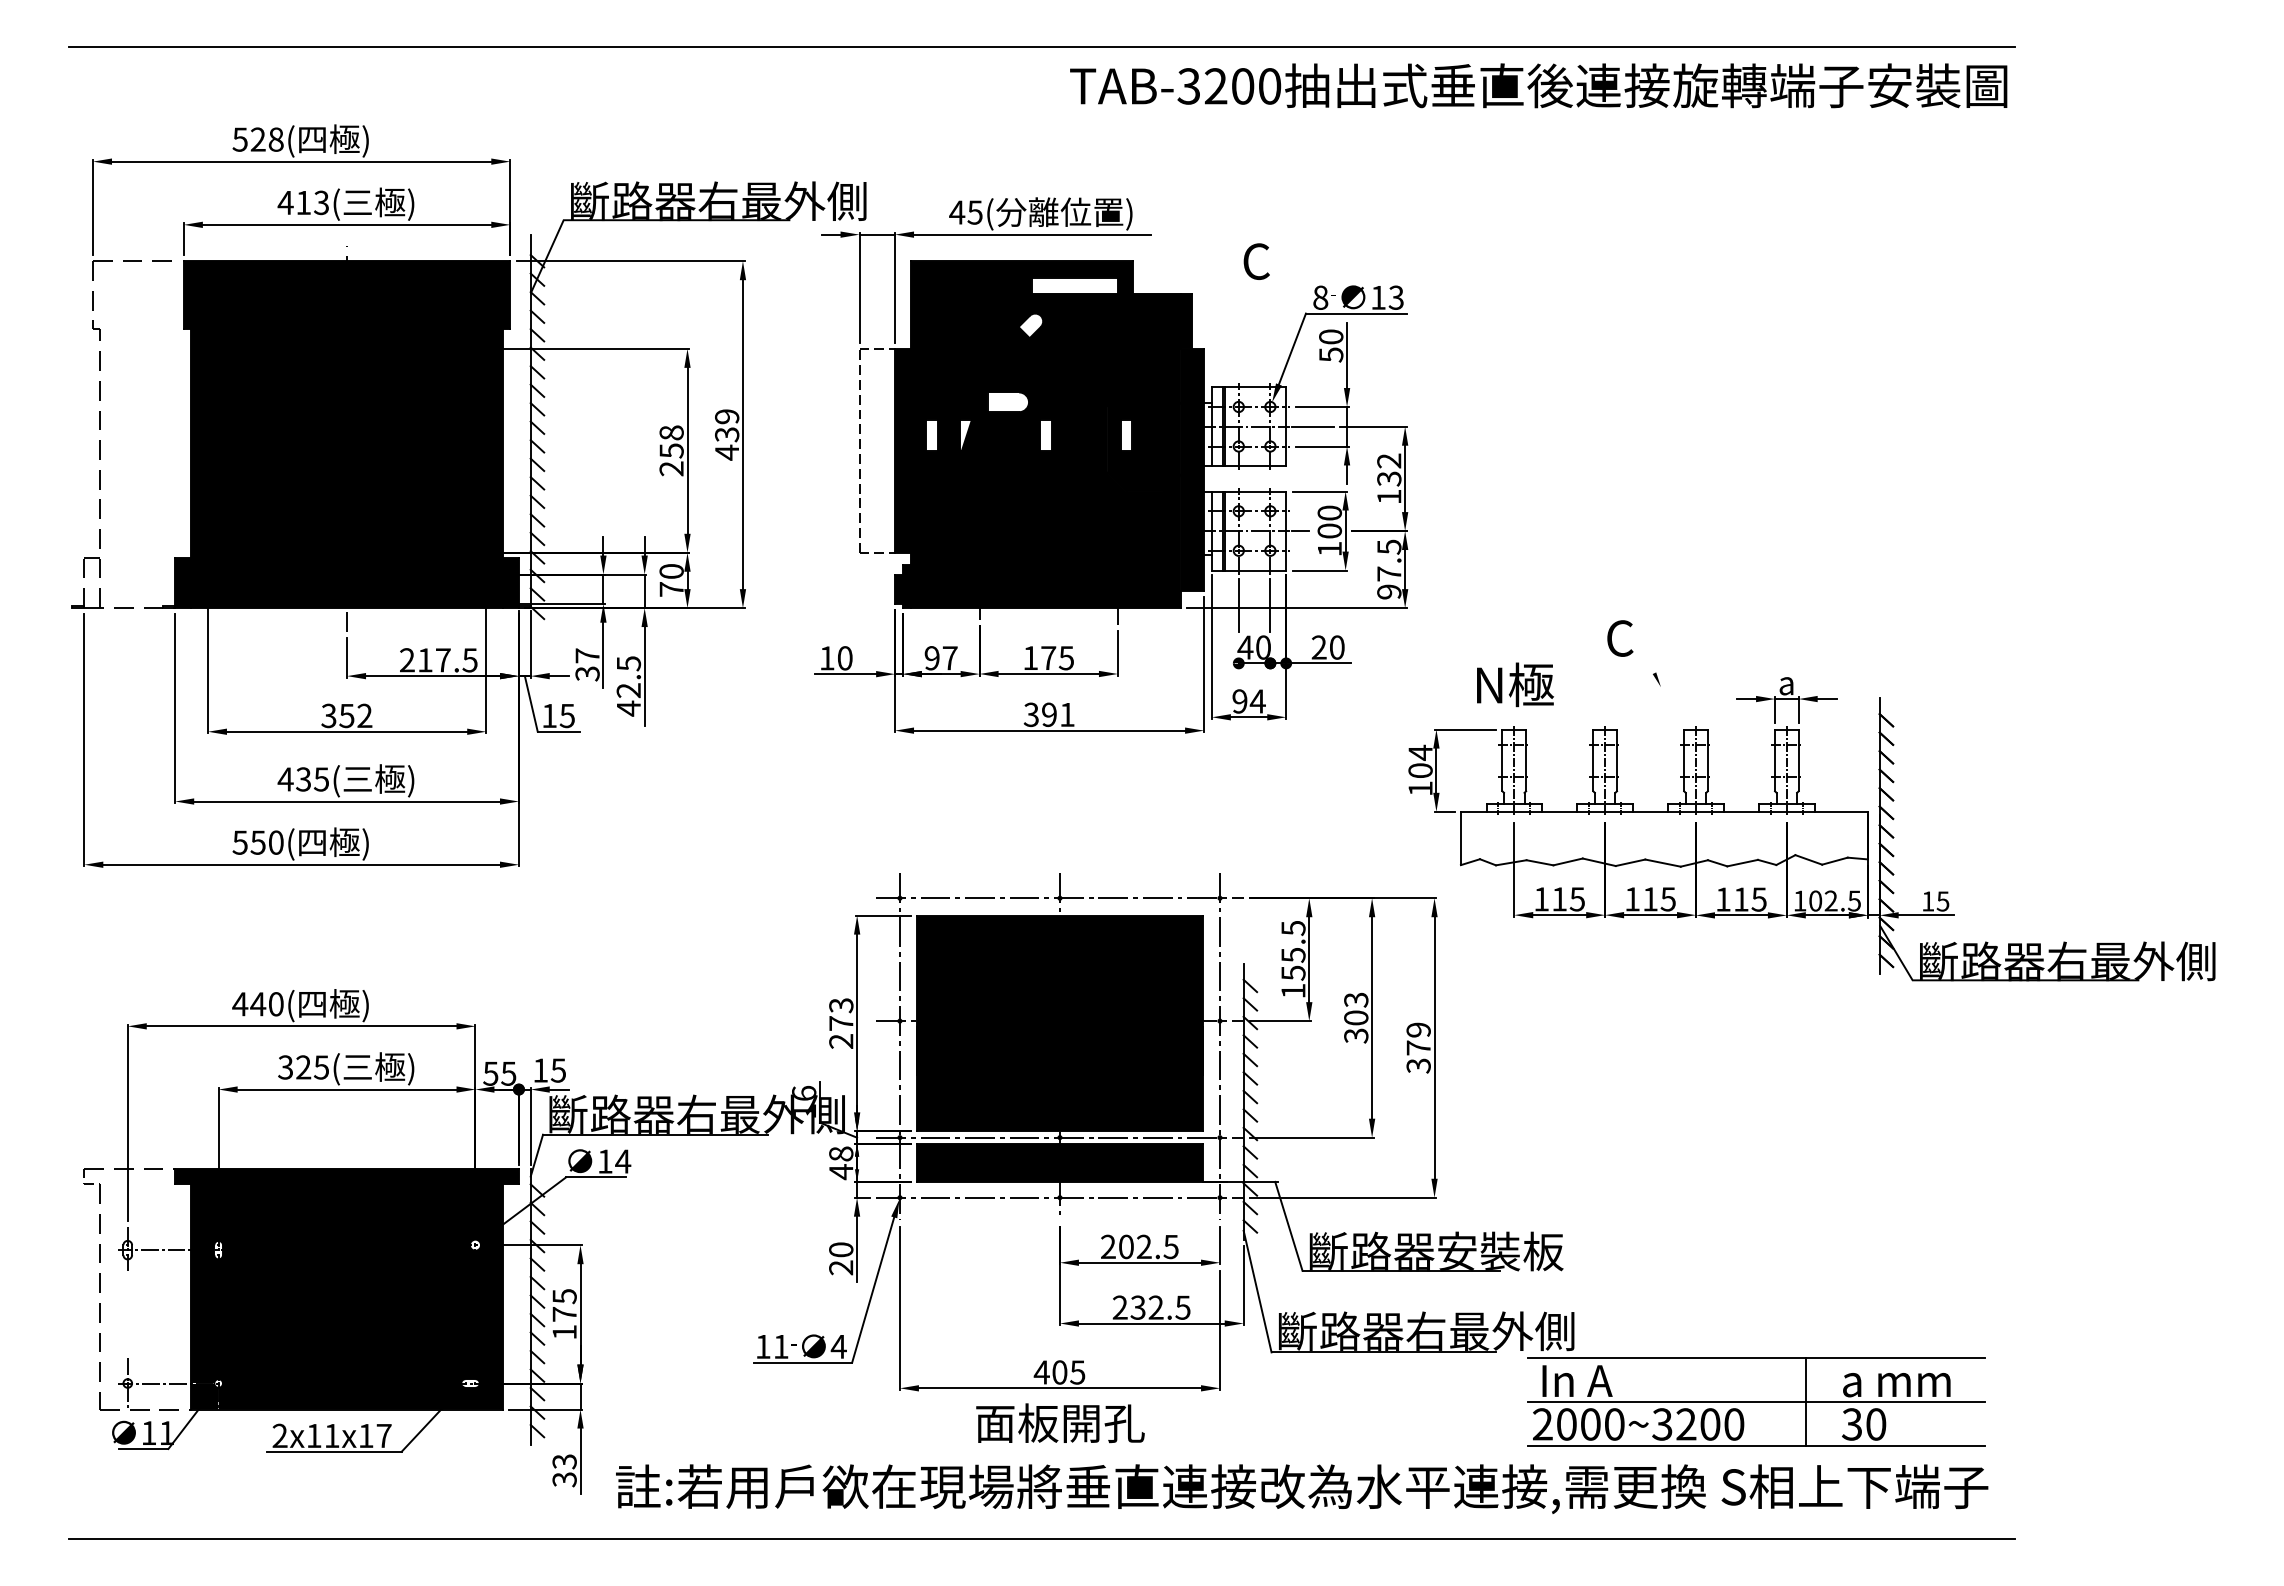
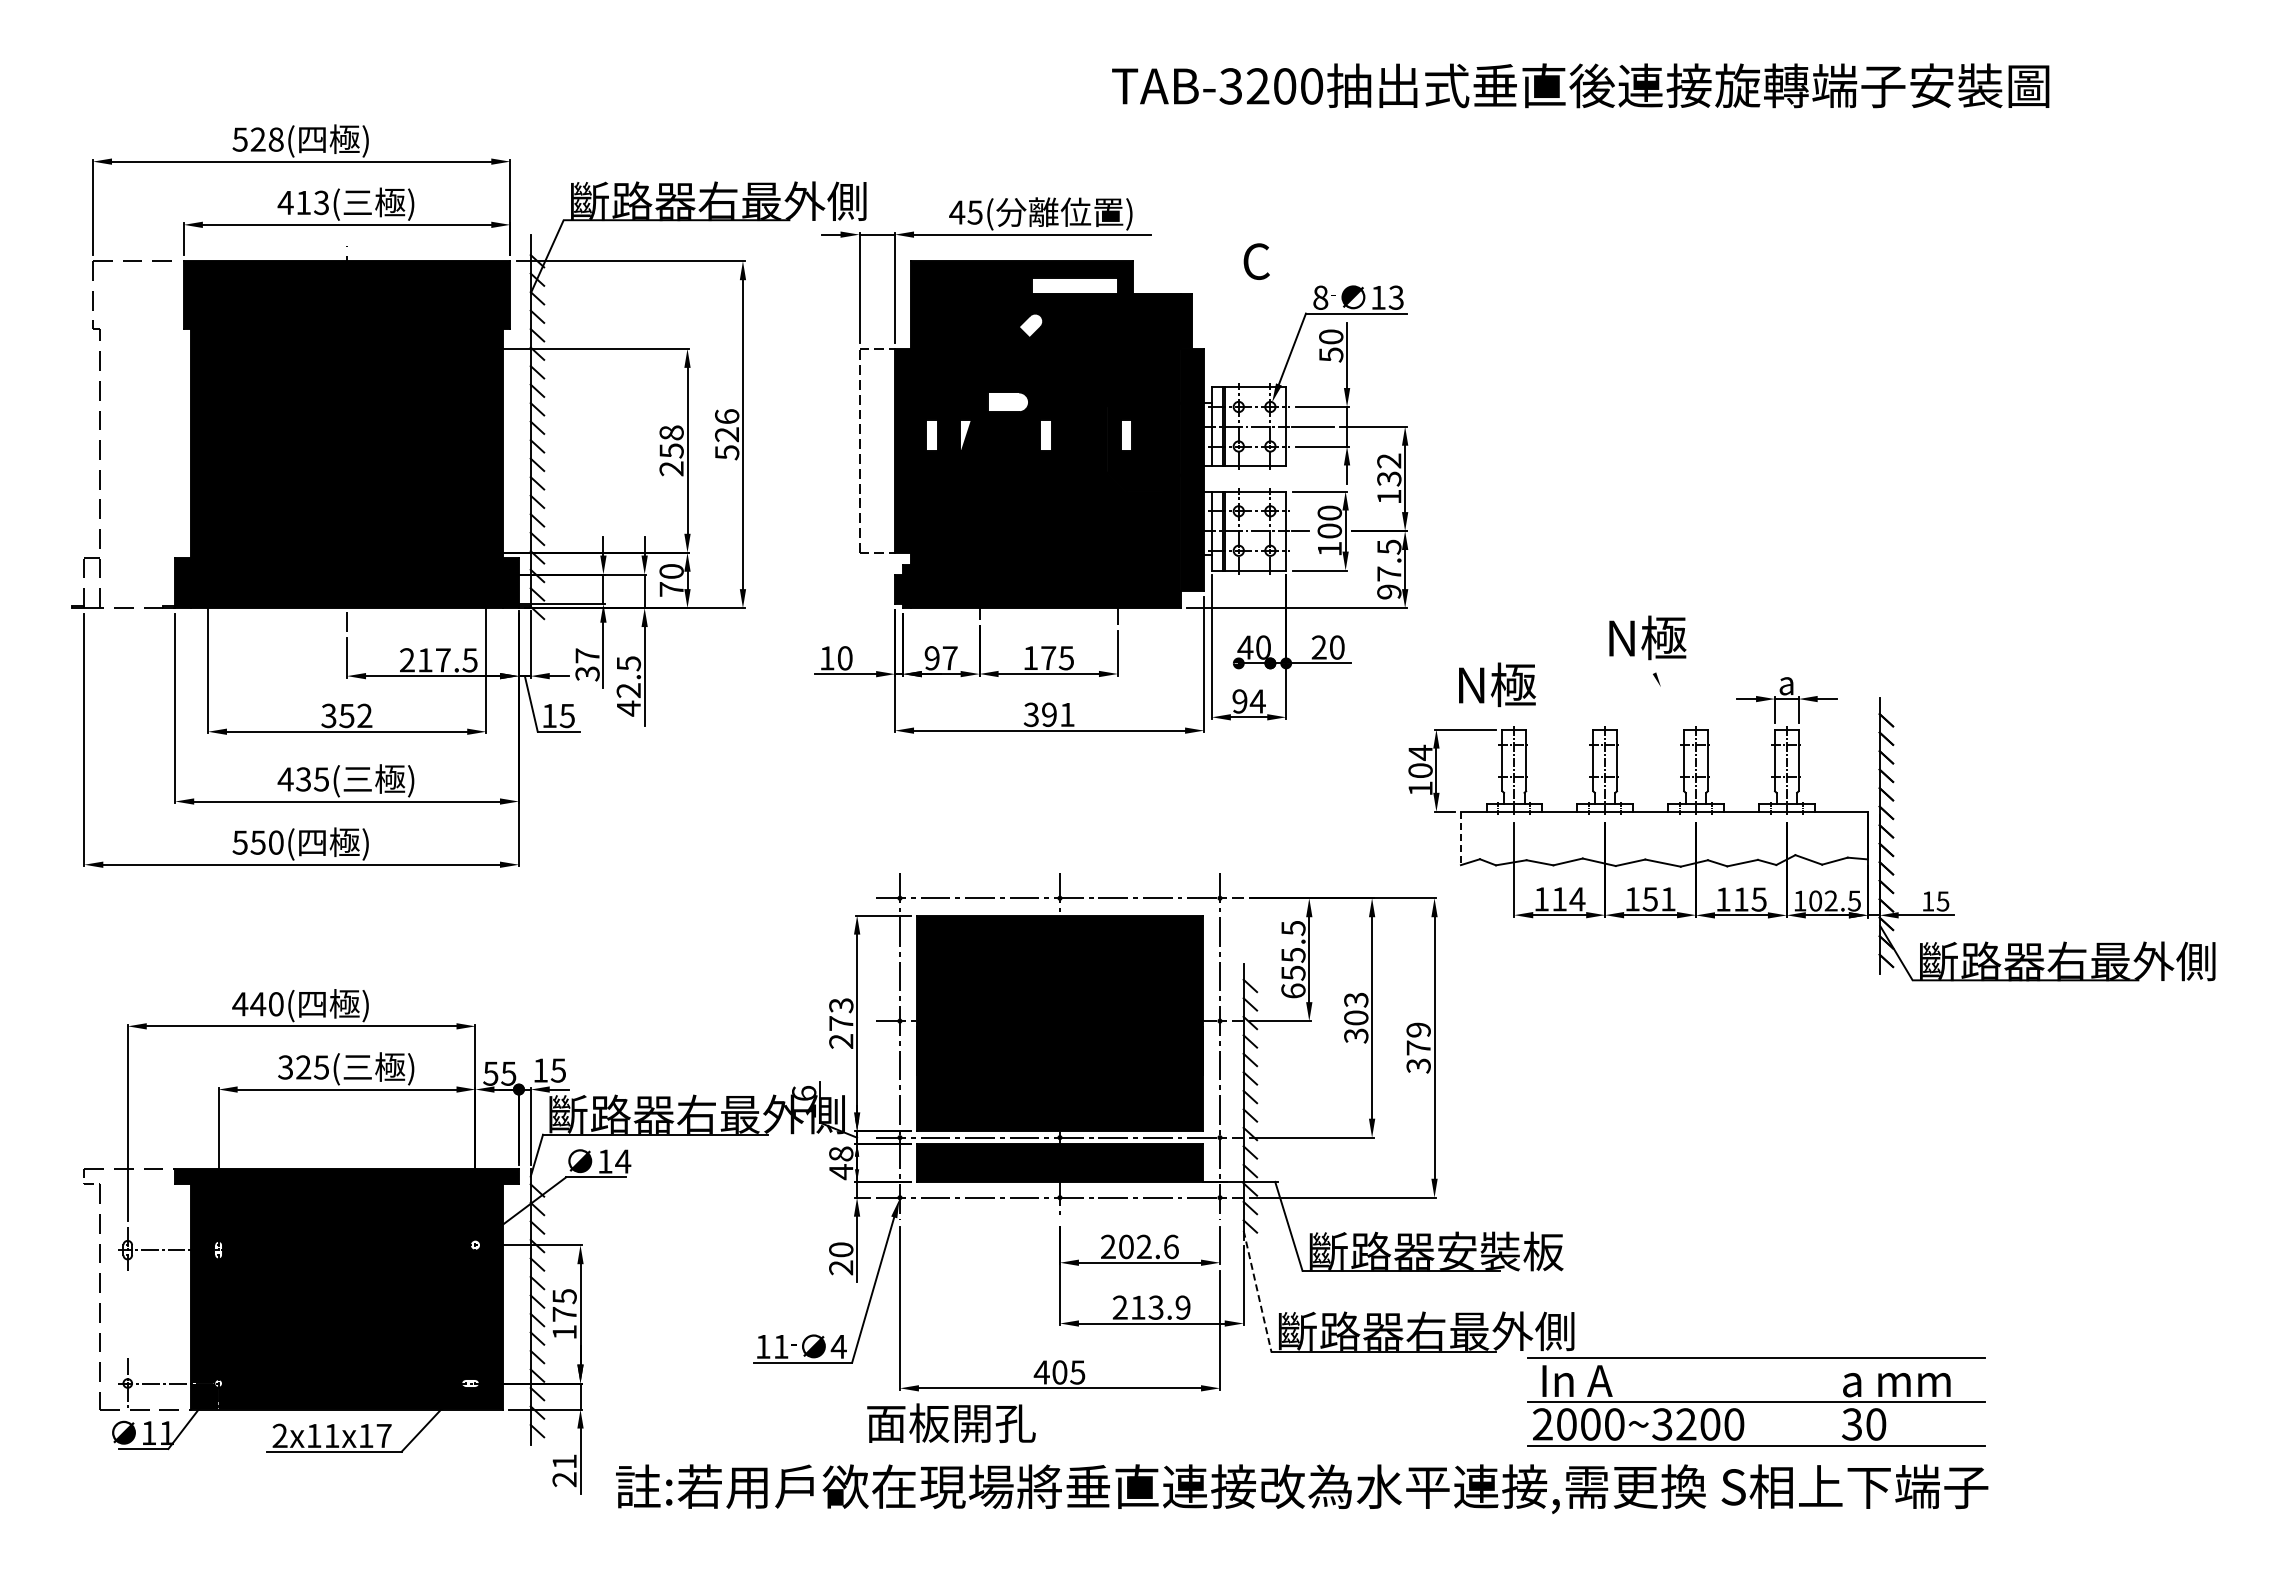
line at (1041, 47): present -> none
text at (1538, 85) position: (1538, 85) -> (1580, 85)
text at (727, 434): 439 -> 526
line at (1238, 604): present -> none
line at (1270, 605): present -> none
text at (1646, 637): C -> N極
text at (1515, 684) position: (1515, 684) -> (1497, 684)
line at (1460, 838): solid -> dashed
text at (1577, 899): 115 -> 114
text at (1658, 899): 115 -> 151
text at (1293, 990): 155.5 -> 655.5
text at (1170, 1246): 202.5 -> 202.6
line at (1257, 1292): solid -> dashed
text at (1160, 1307): 232.5 -> 213.9
line at (1805, 1401): present -> none
text at (1060, 1423) position: (1060, 1423) -> (951, 1423)
text at (564, 1470): 33 -> 21
line at (1041, 1538): present -> none
